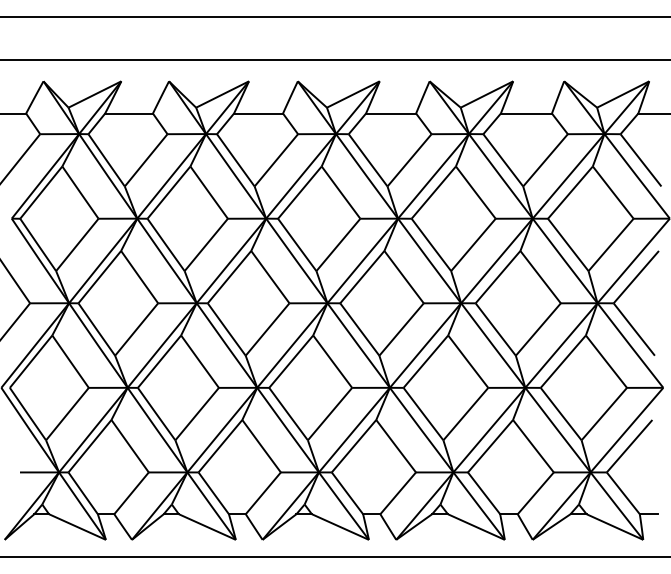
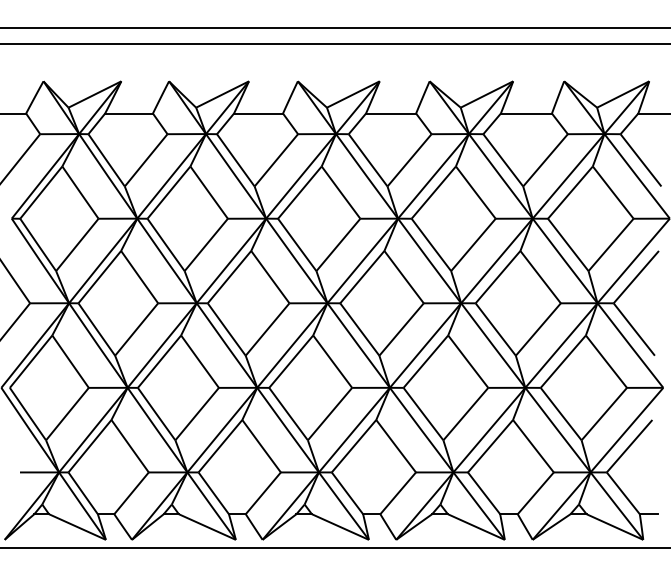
line at (334, 16) position: (334, 16) -> (334, 27)
line at (334, 59) position: (334, 59) -> (334, 43)
line at (334, 557) position: (334, 557) -> (334, 548)
